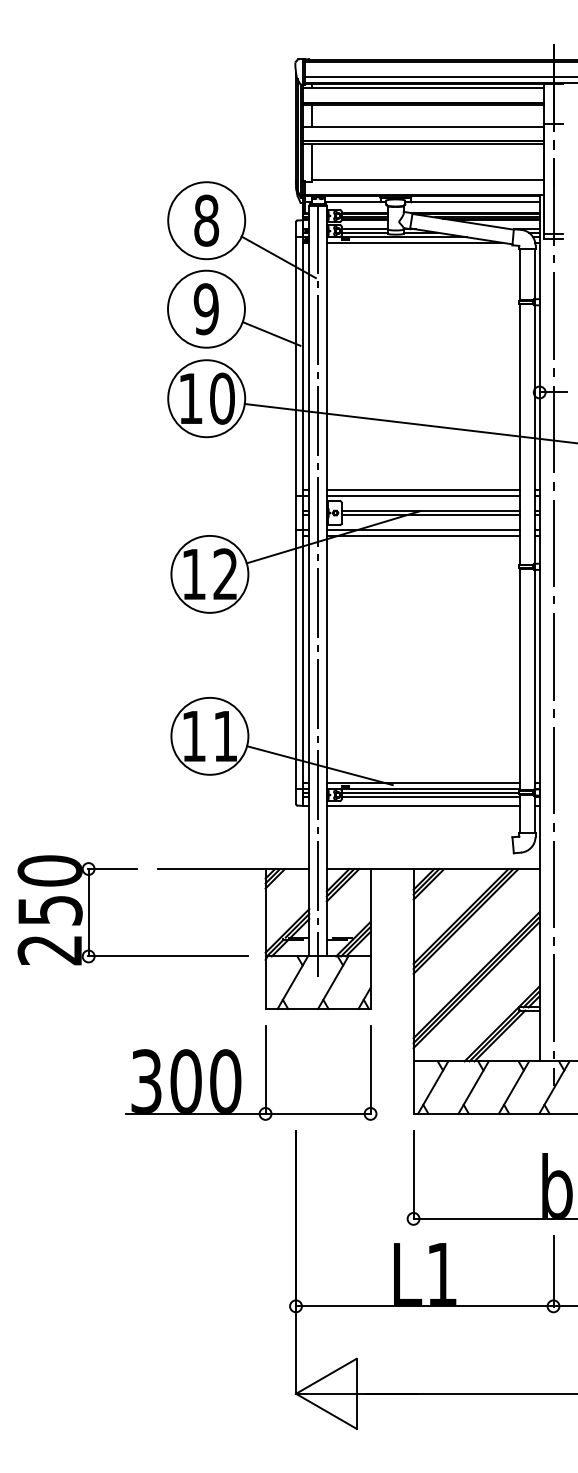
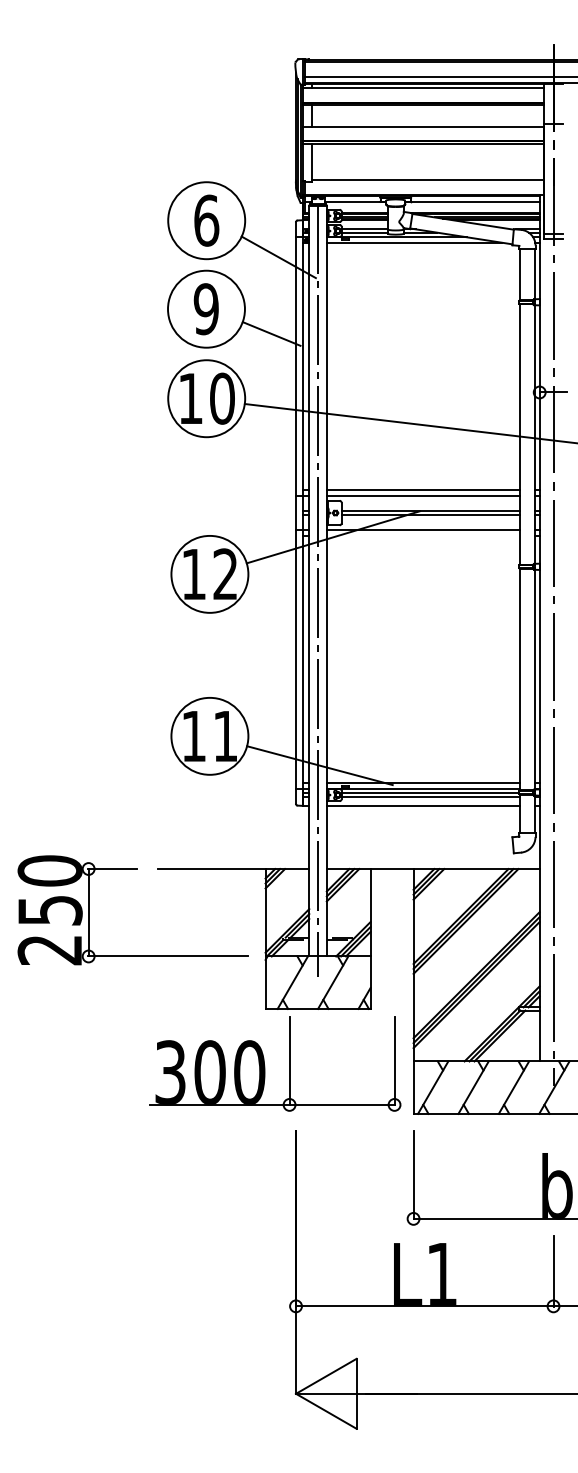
text at (206, 220): 8 -> 6
line at (423, 535): present -> none
part at (241, 1074) position: (241, 1074) -> (265, 1065)
